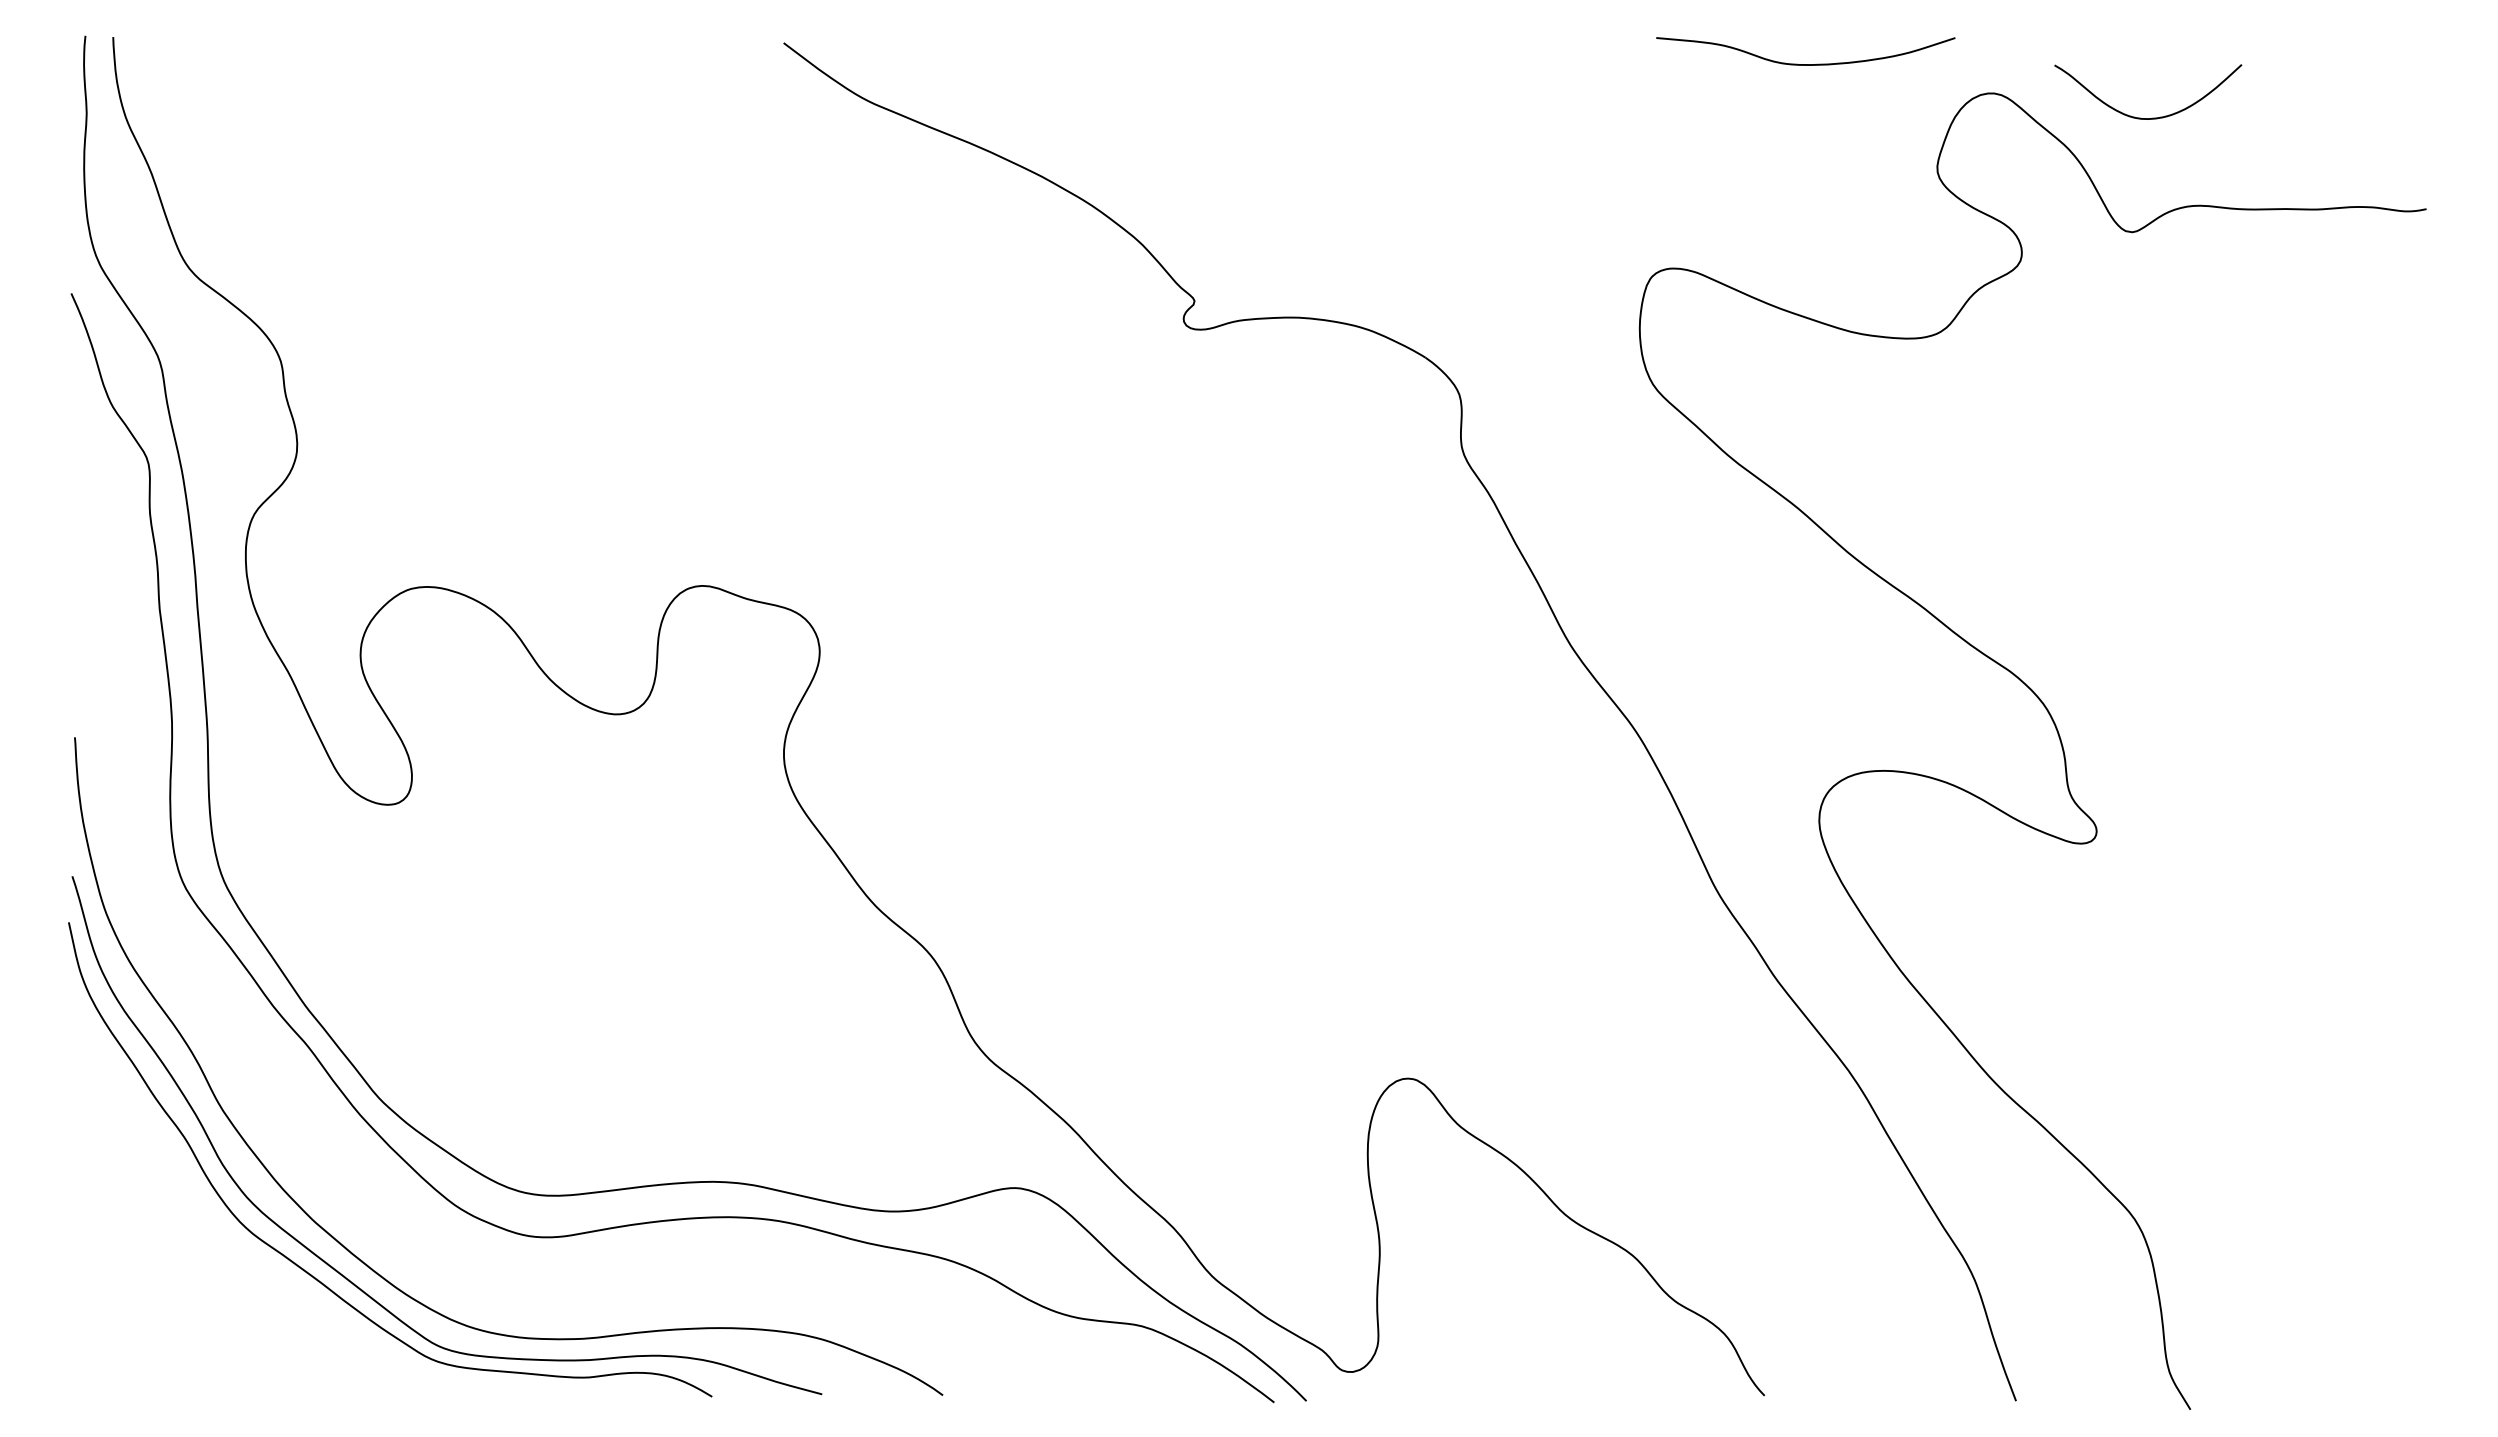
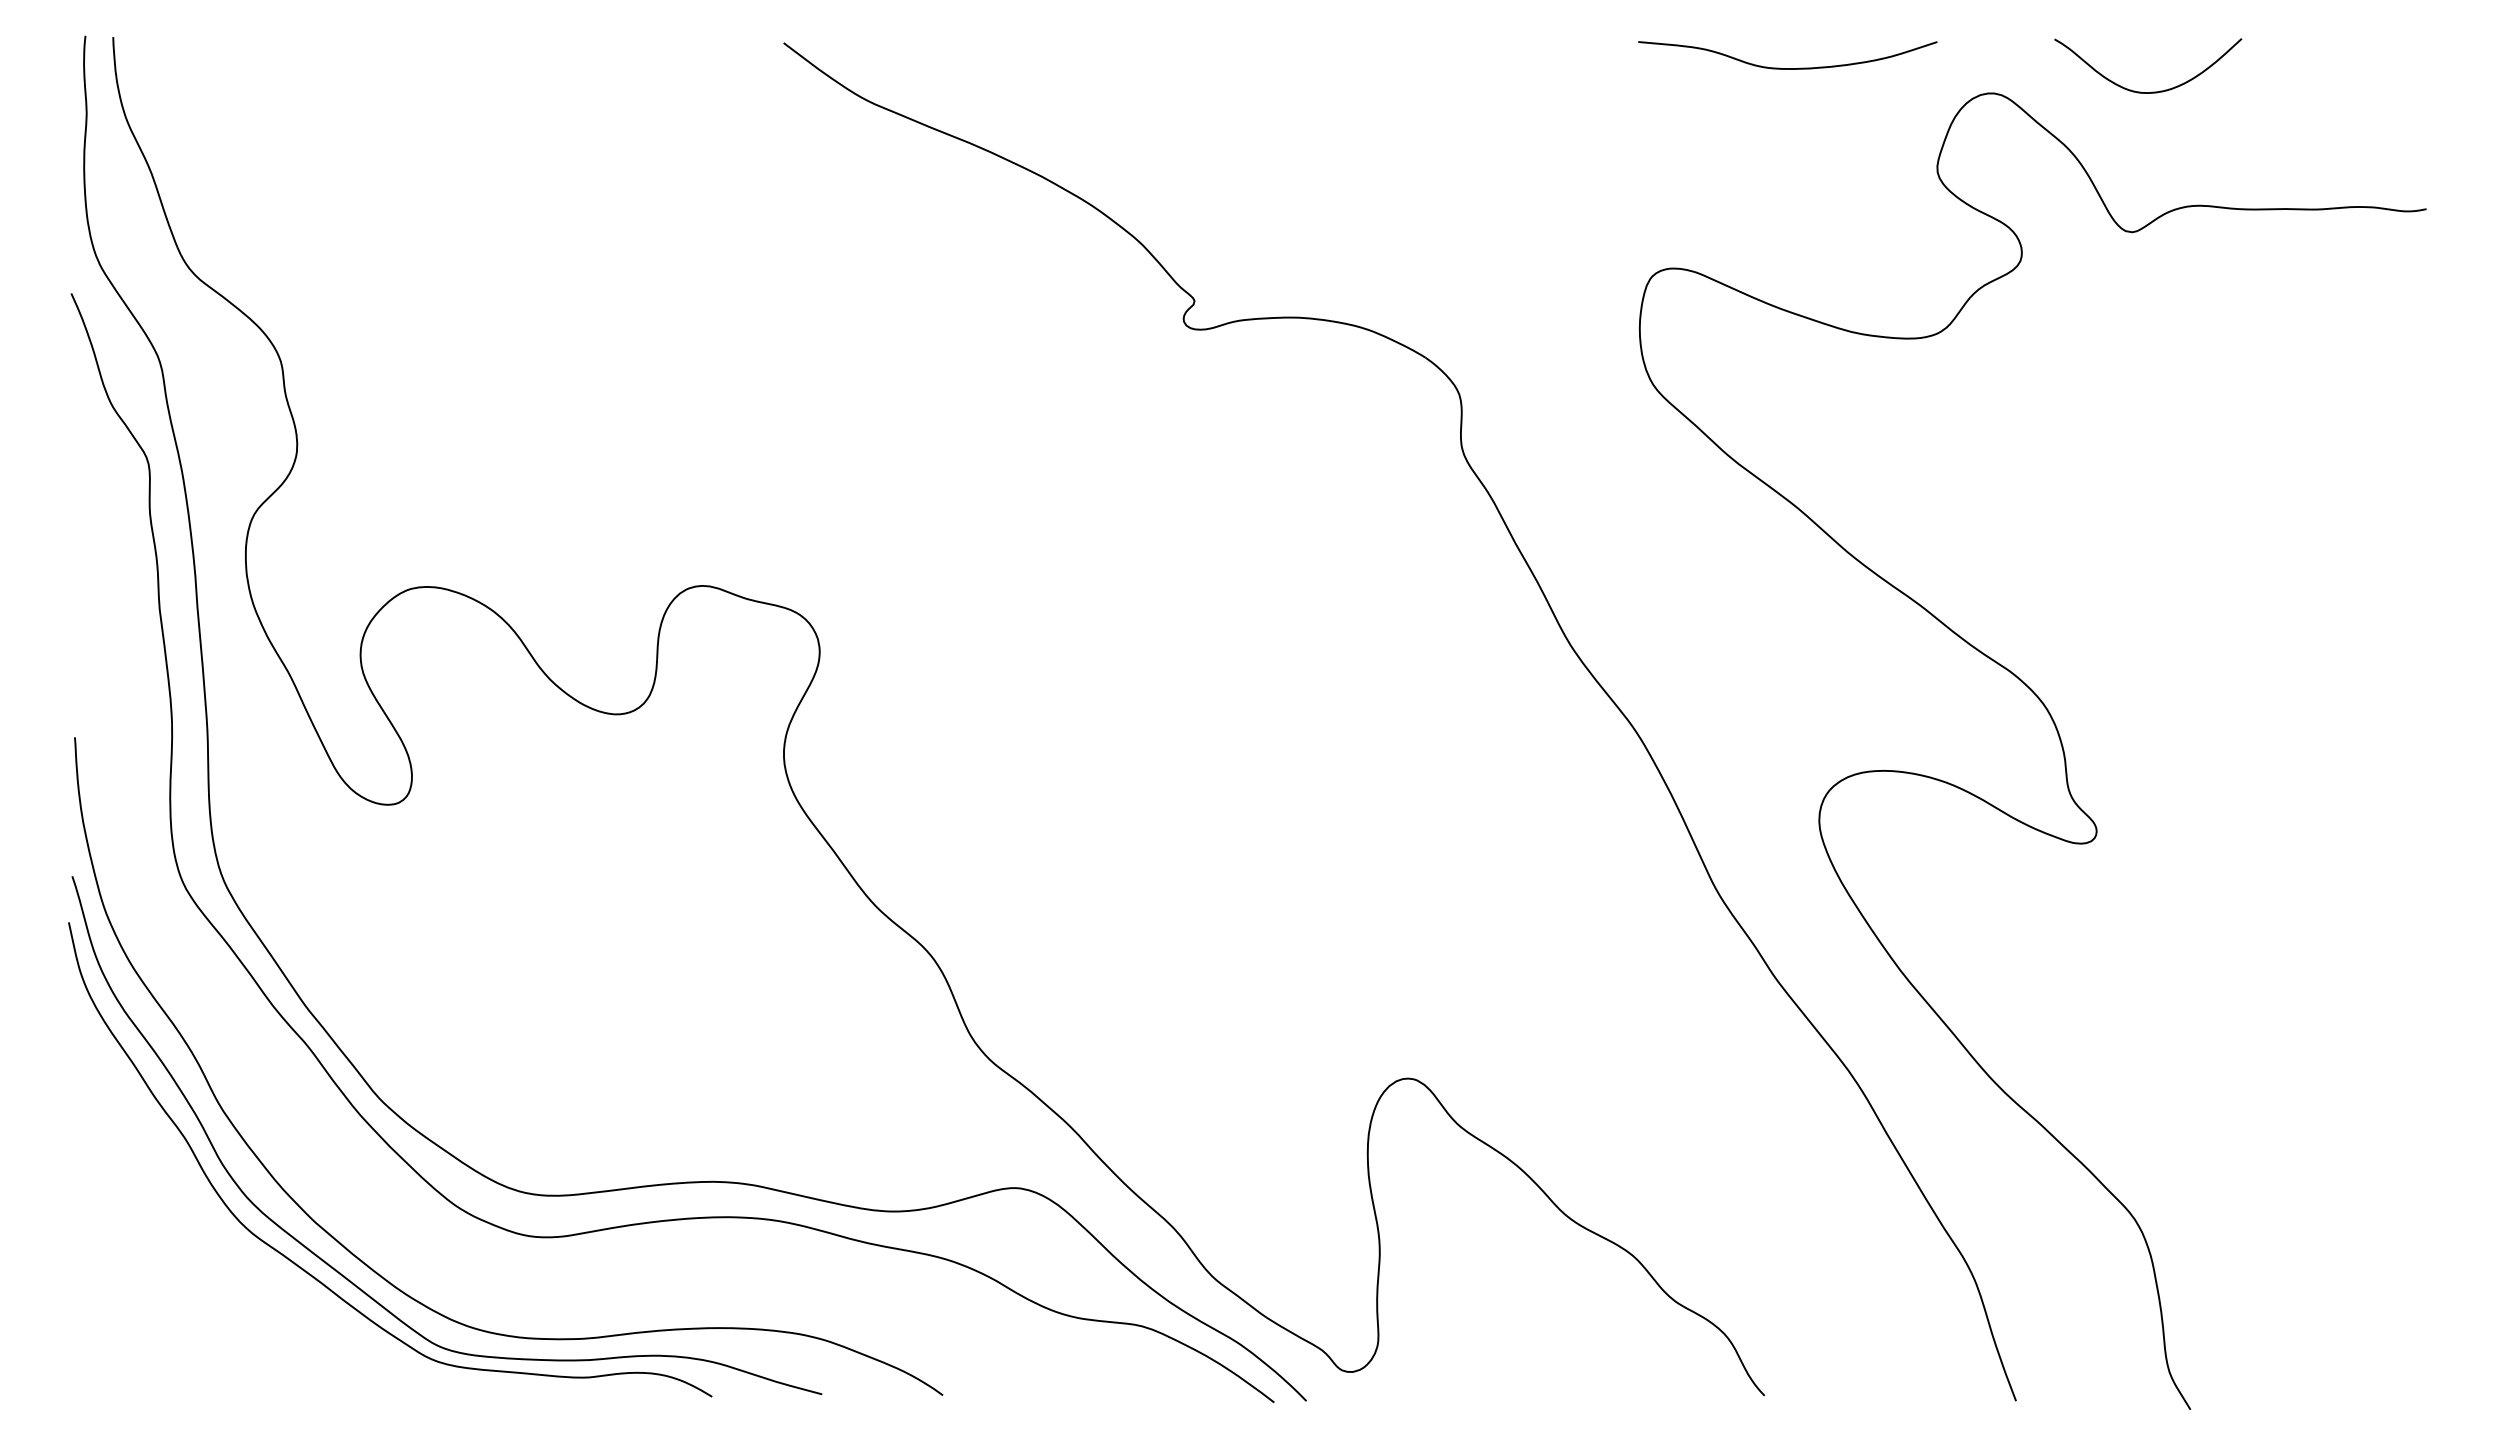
curve at (1805, 64) position: (1805, 64) -> (1787, 68)
curve at (2152, 117) position: (2152, 117) -> (2152, 91)
